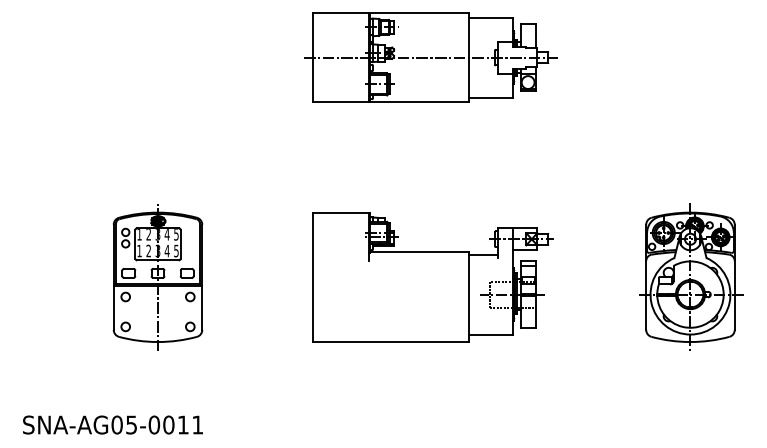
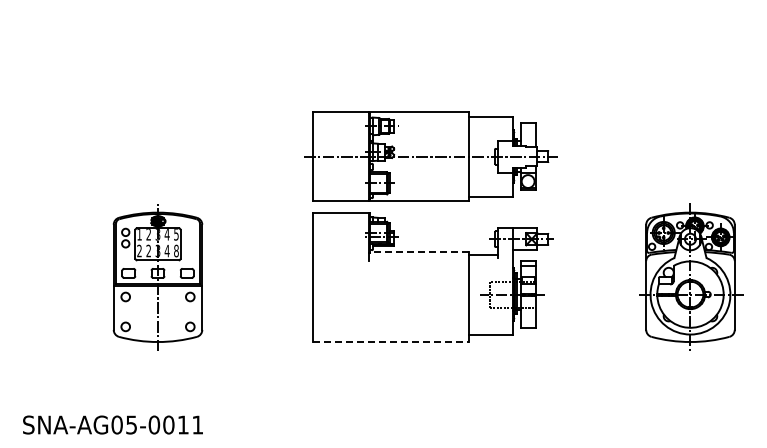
part at (430, 57) position: (430, 57) -> (430, 156)
text at (139, 250): 1 -> 2
text at (176, 250): 5 -> 8
line at (419, 251): solid -> dashed
line at (391, 342): solid -> dashed
